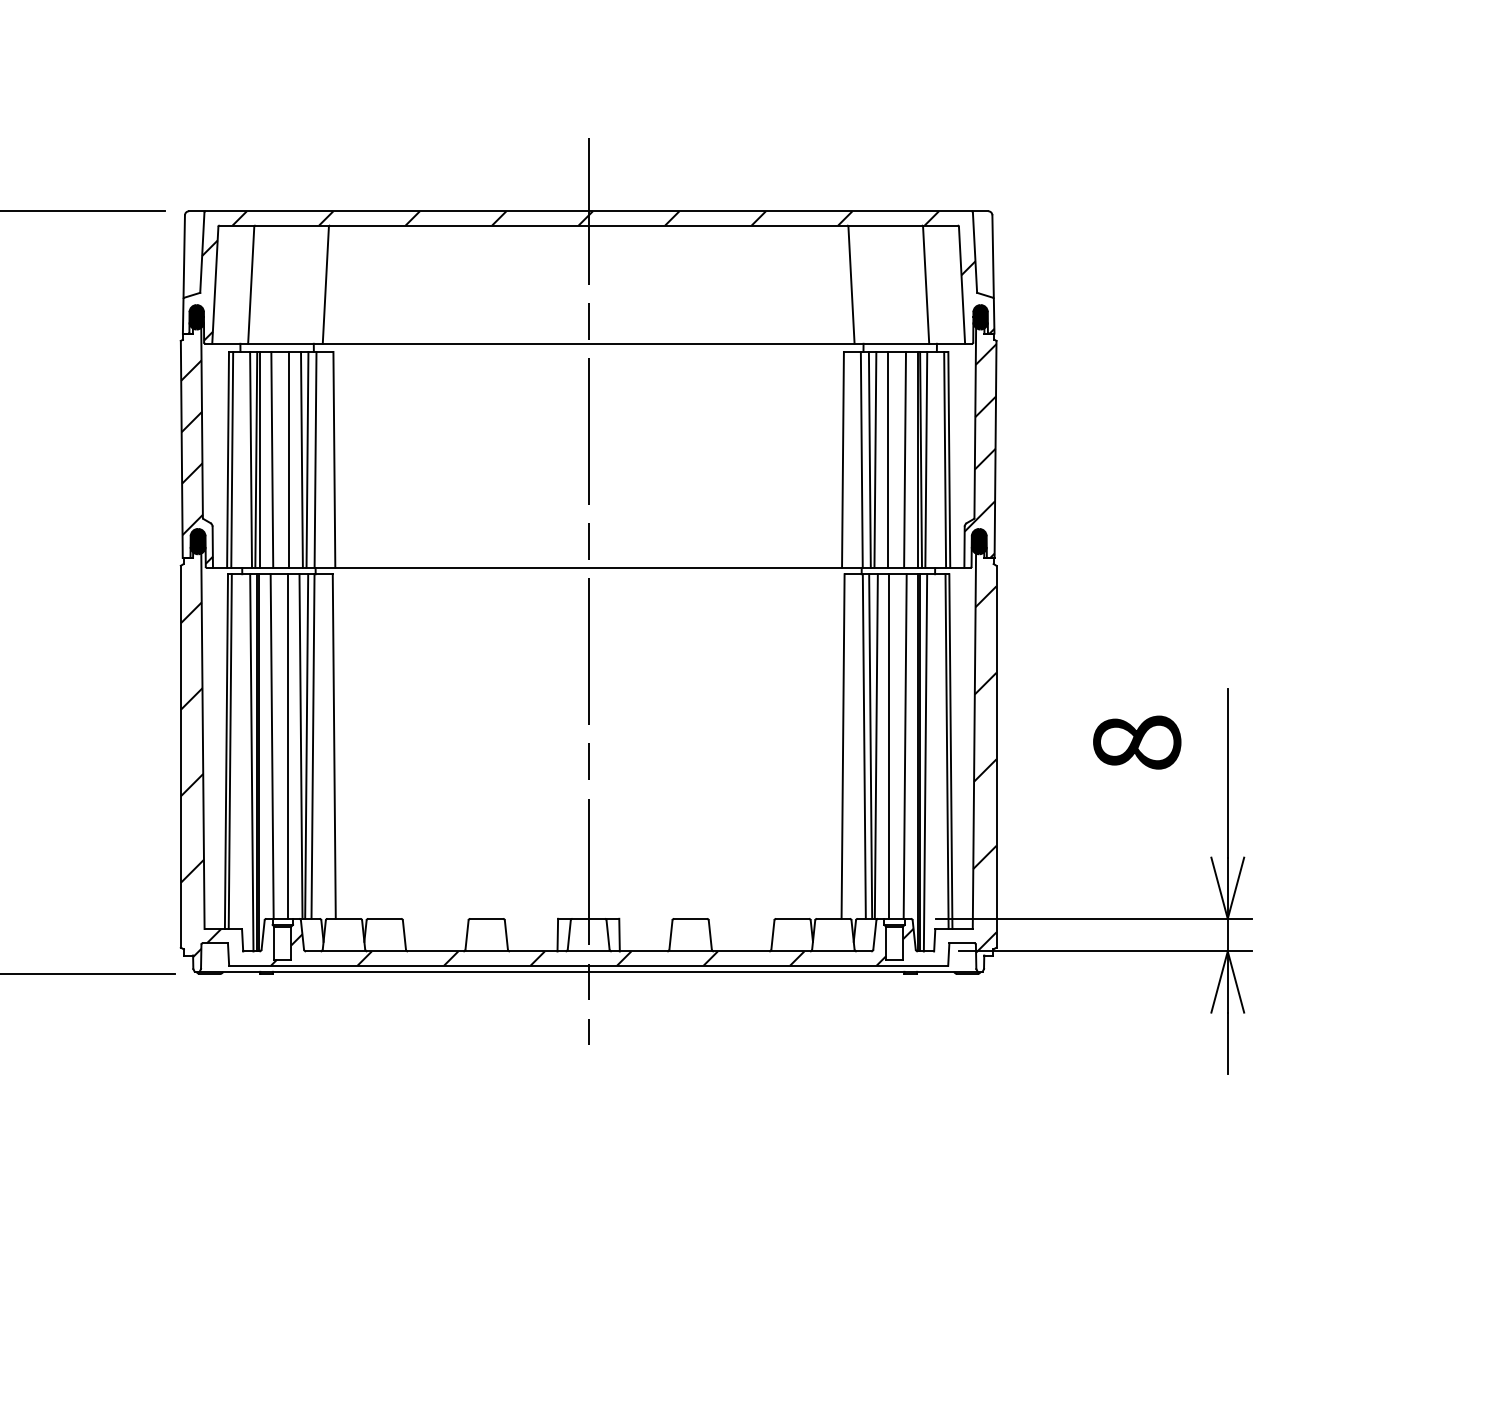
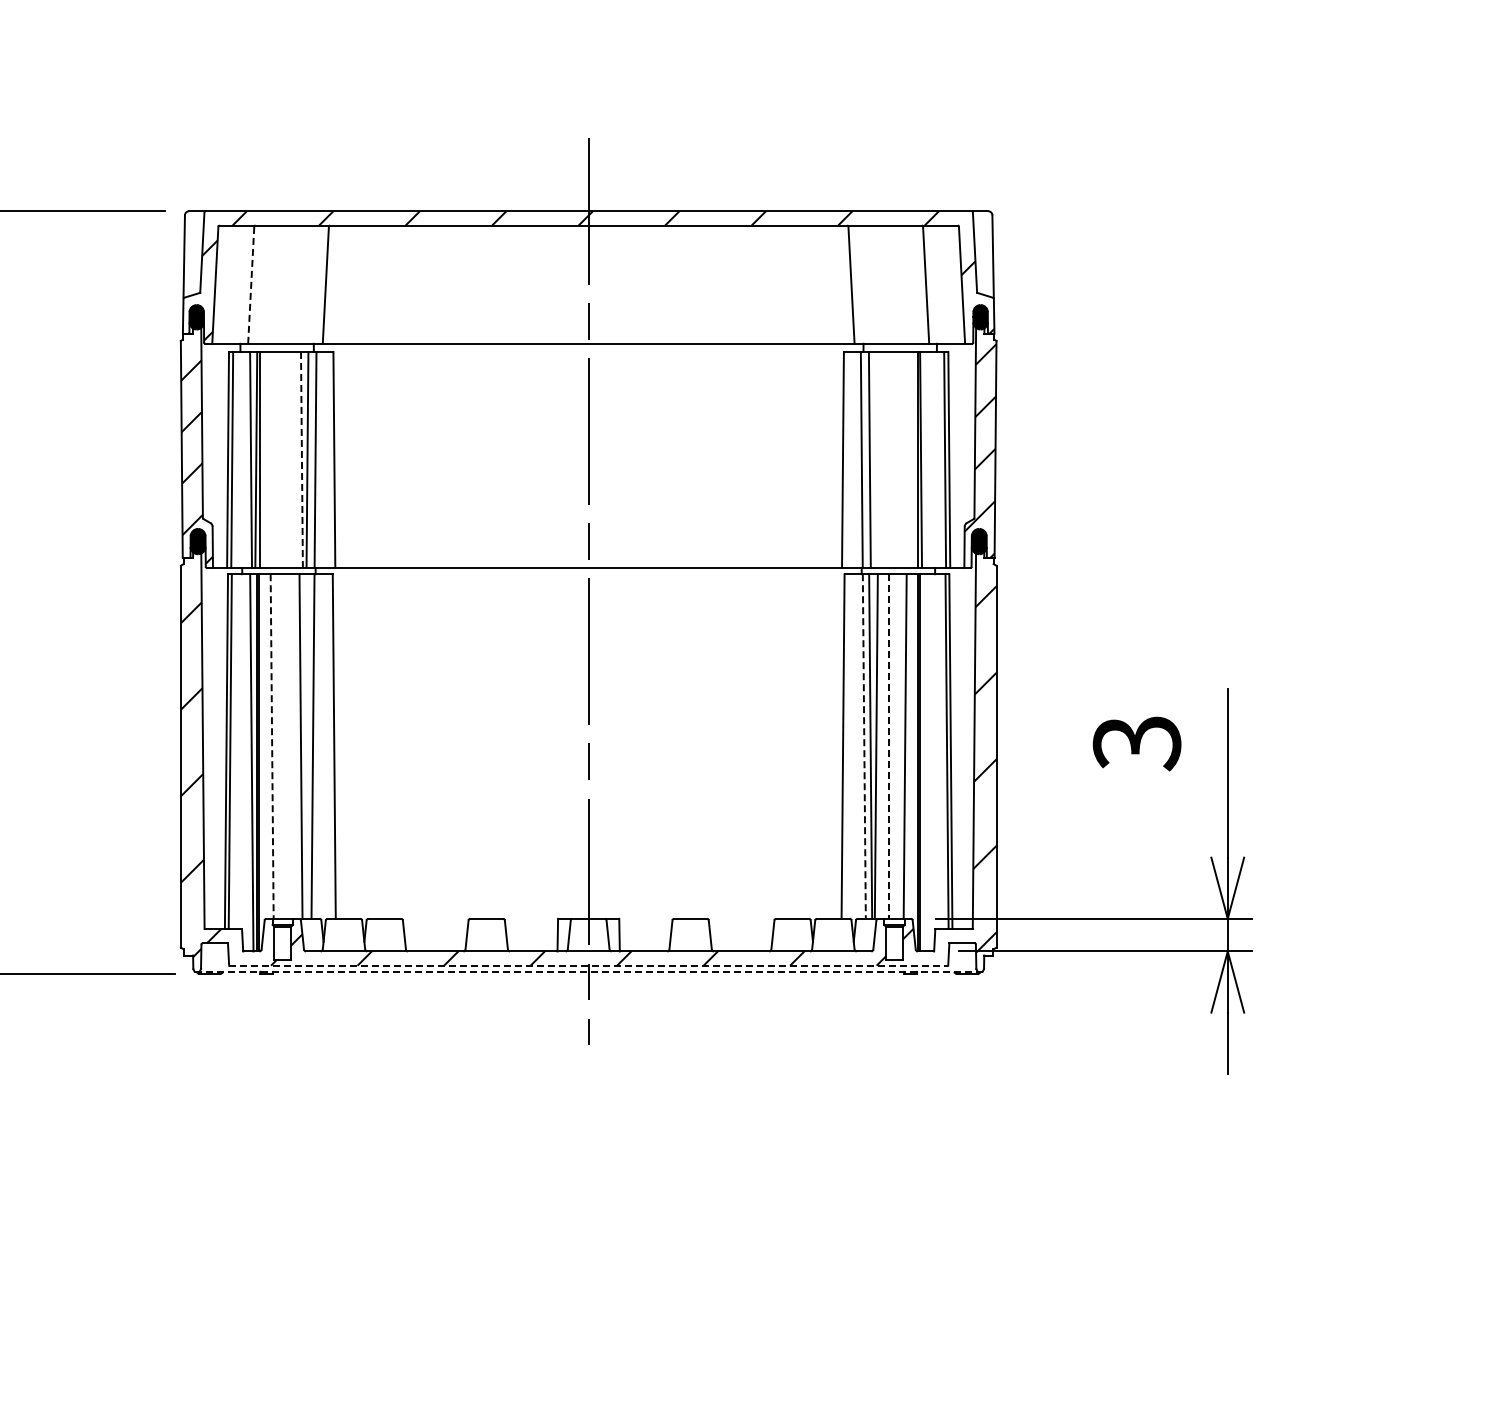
line at (251, 285): solid -> dashed
line at (272, 459): present -> none
line at (289, 459): present -> none
line at (301, 459): solid -> dashed
line at (875, 459): present -> none
line at (887, 459): present -> none
line at (905, 459): present -> none
line at (926, 459): present -> none
text at (1136, 743): 8 -> 3
line at (287, 746): present -> none
line at (306, 746): present -> none
line at (272, 747): solid -> dashed
line at (864, 747): solid -> dashed
line at (889, 747): solid -> dashed
line at (925, 762): present -> none
line at (588, 965): solid -> dashed
line at (588, 971): solid -> dashed
